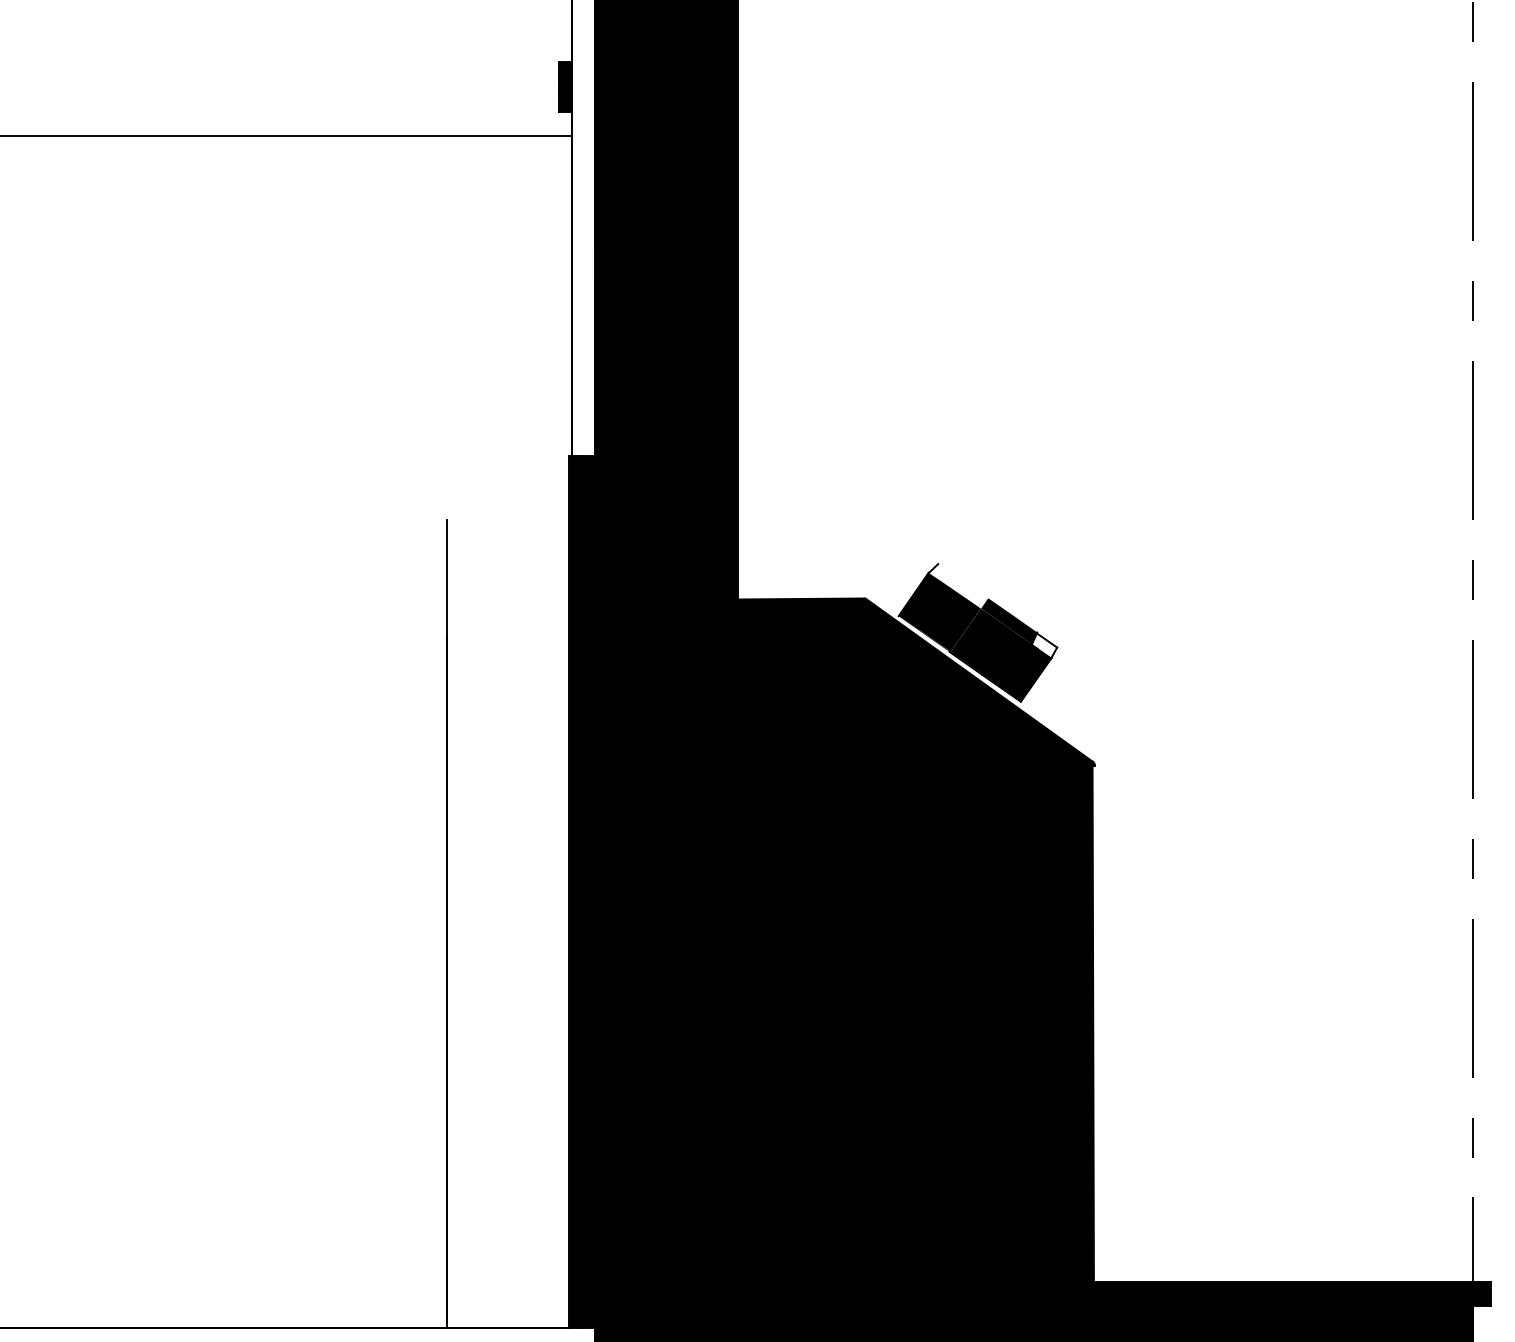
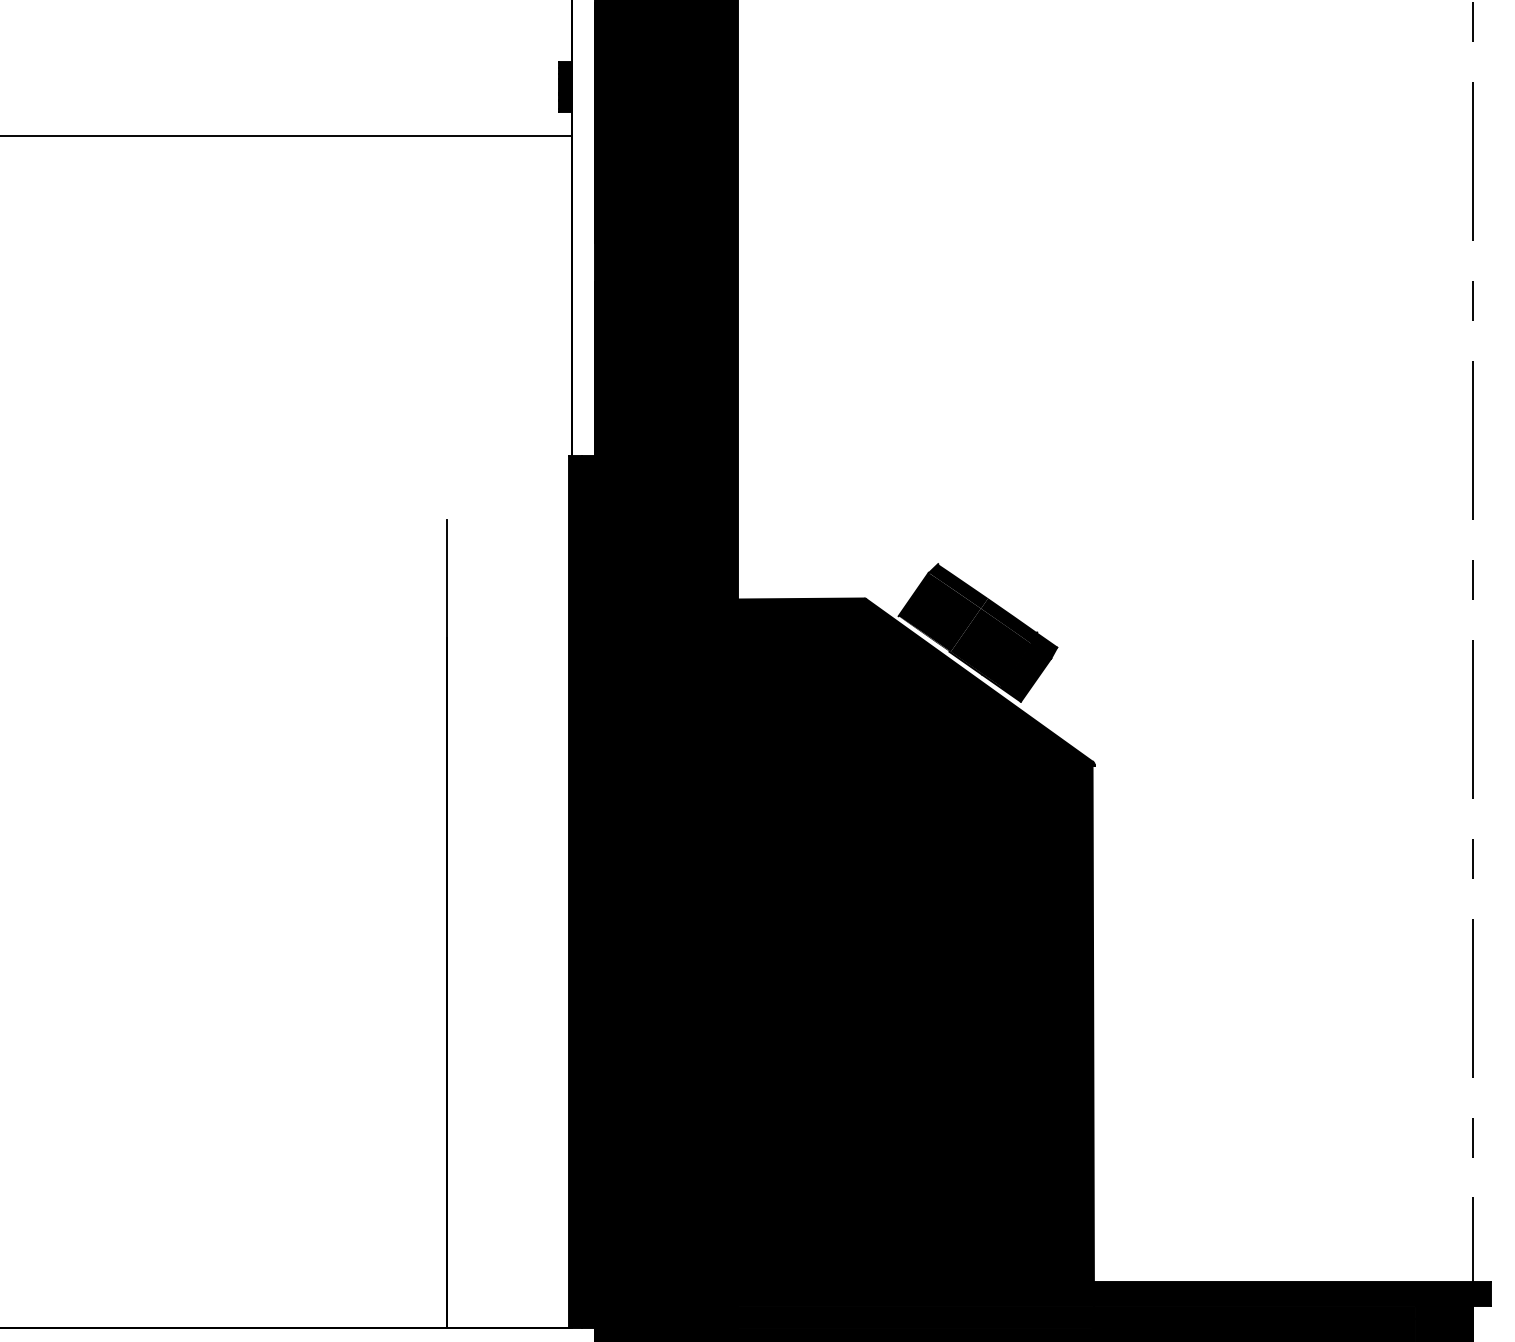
fill at (958, 586): none -> present
fill at (1044, 645): none -> present
